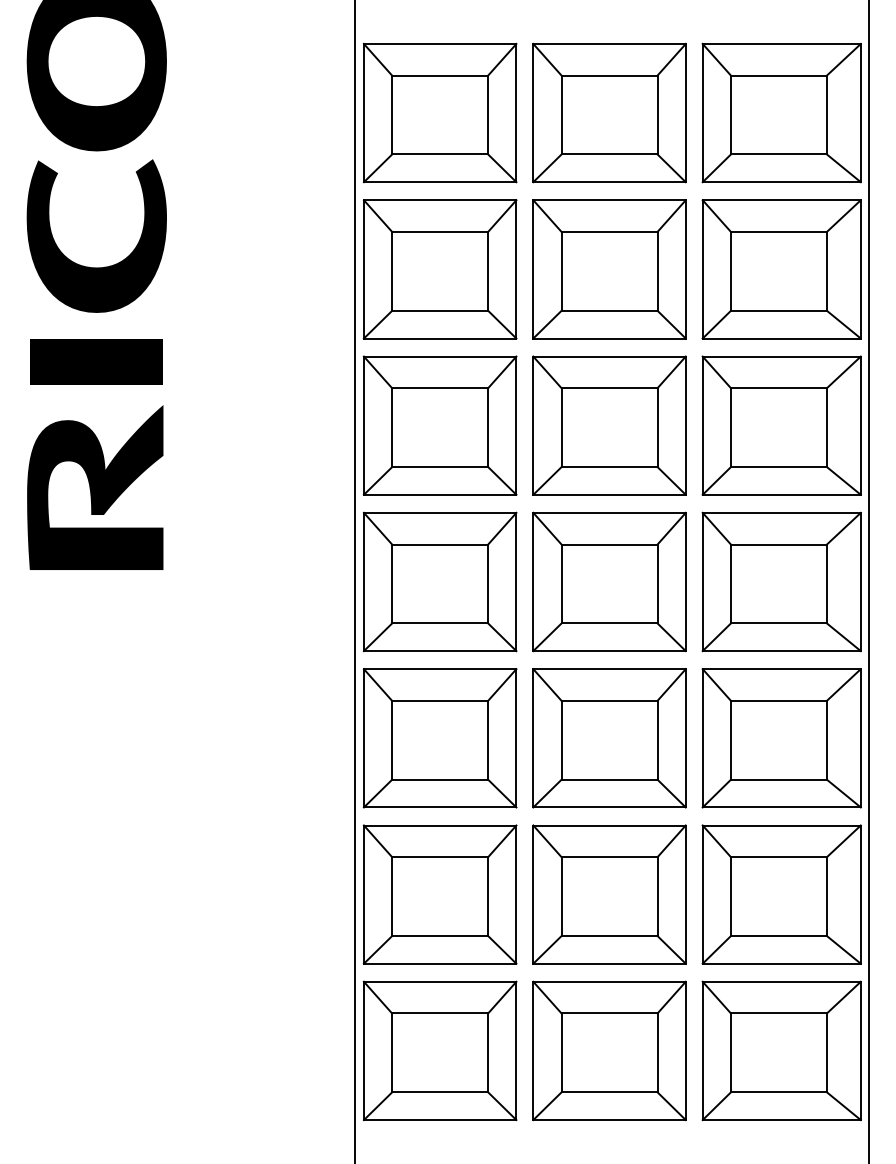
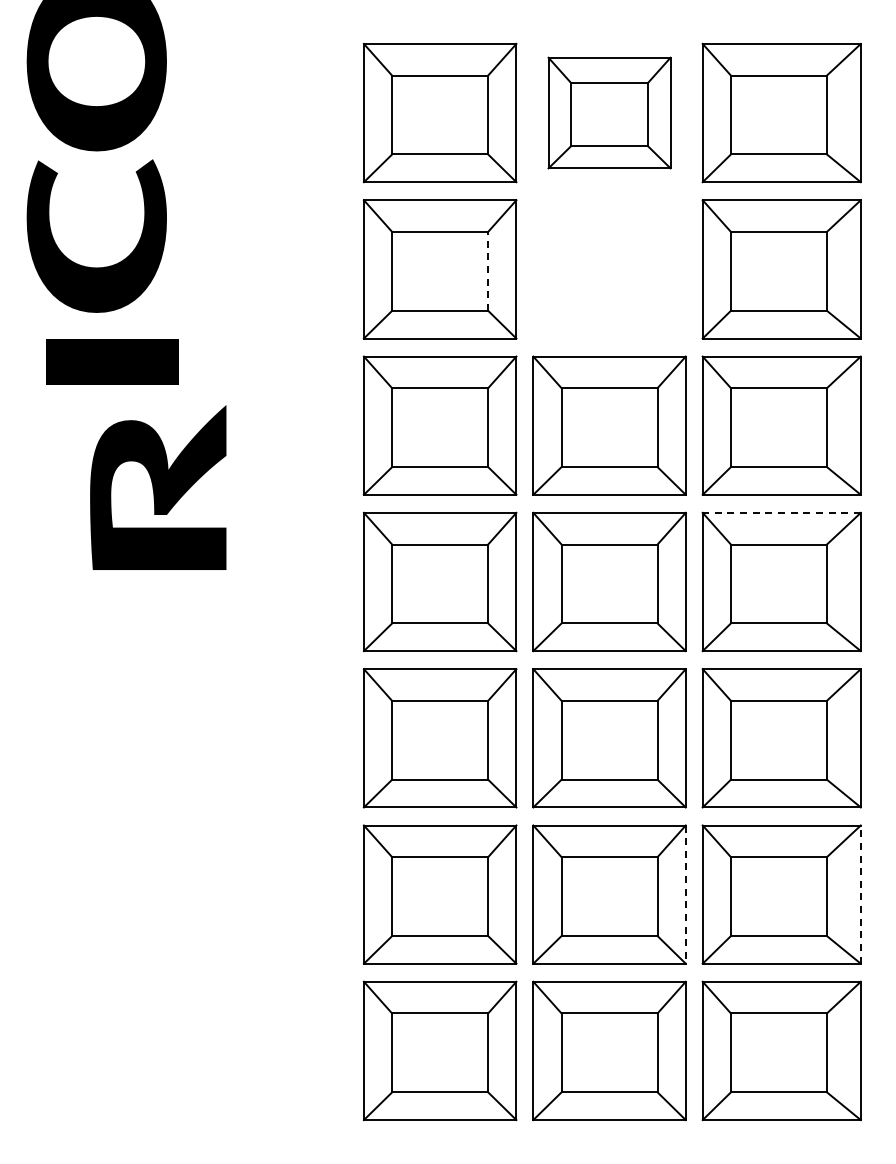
part at (609, 112) size: 155x142 px -> 125x114 px
part at (609, 269): present -> none
line at (488, 270): solid -> dashed
part at (96, 361) position: (96, 361) -> (112, 361)
part at (95, 487) position: (95, 487) -> (158, 487)
line at (781, 512): solid -> dashed
line at (355, 581): present -> none
line at (869, 581): present -> none
line at (860, 894): solid -> dashed
line at (685, 895): solid -> dashed
